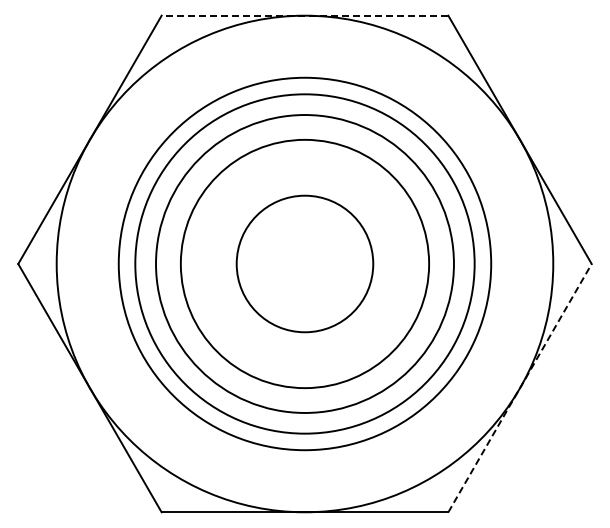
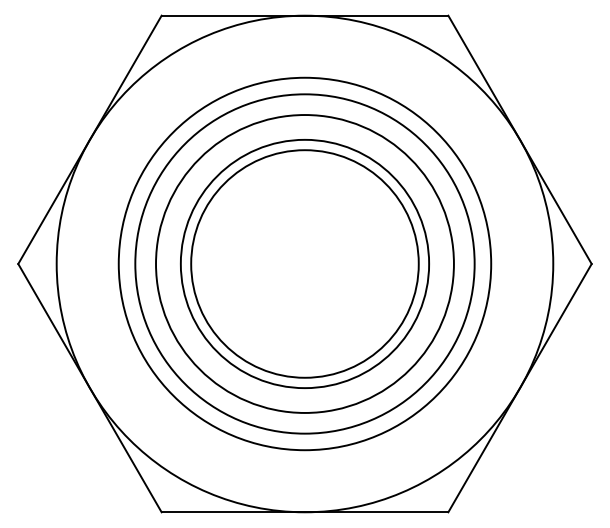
line at (304, 15): dashed -> solid
circle at (304, 263) diameter: 137 px -> 228 px
line at (520, 387): dashed -> solid
